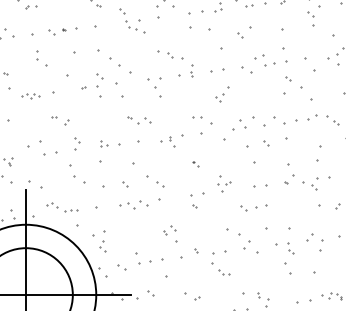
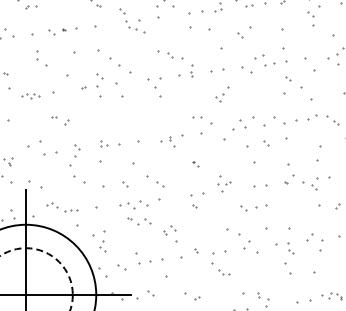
part at (139, 120) position: (139, 120) -> (139, 221)
part at (77, 143) position: (77, 143) -> (77, 150)
circle at (36, 279): solid -> dashed
